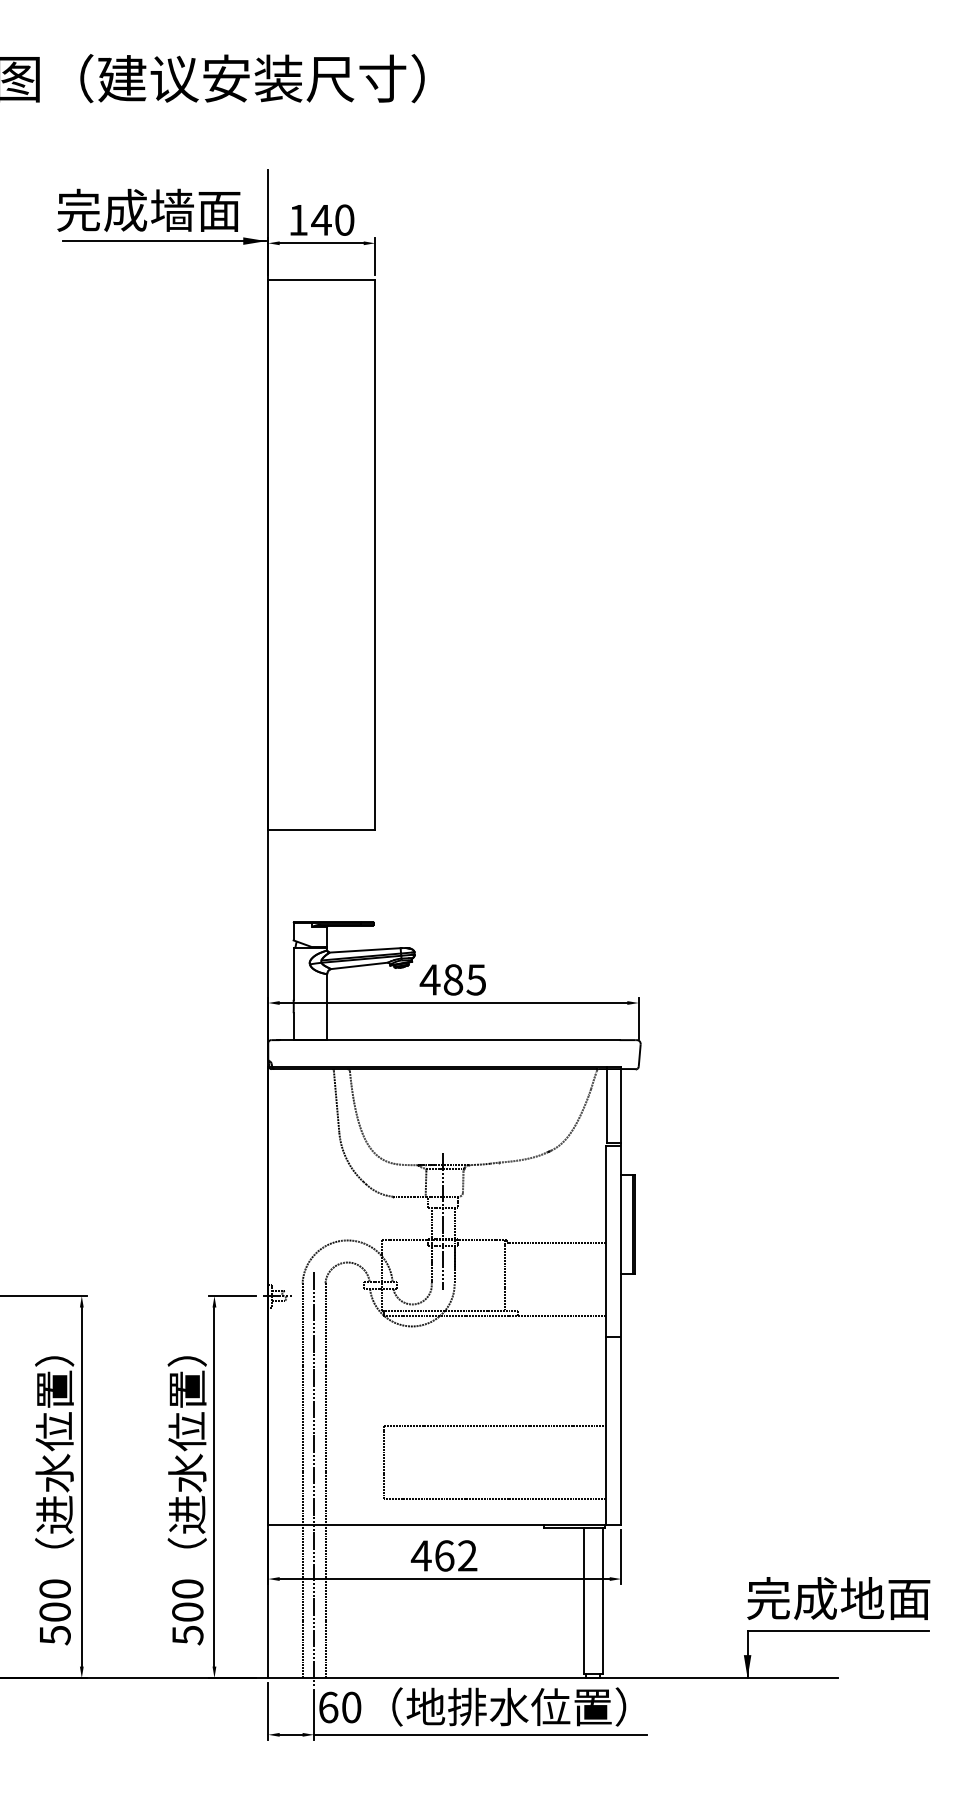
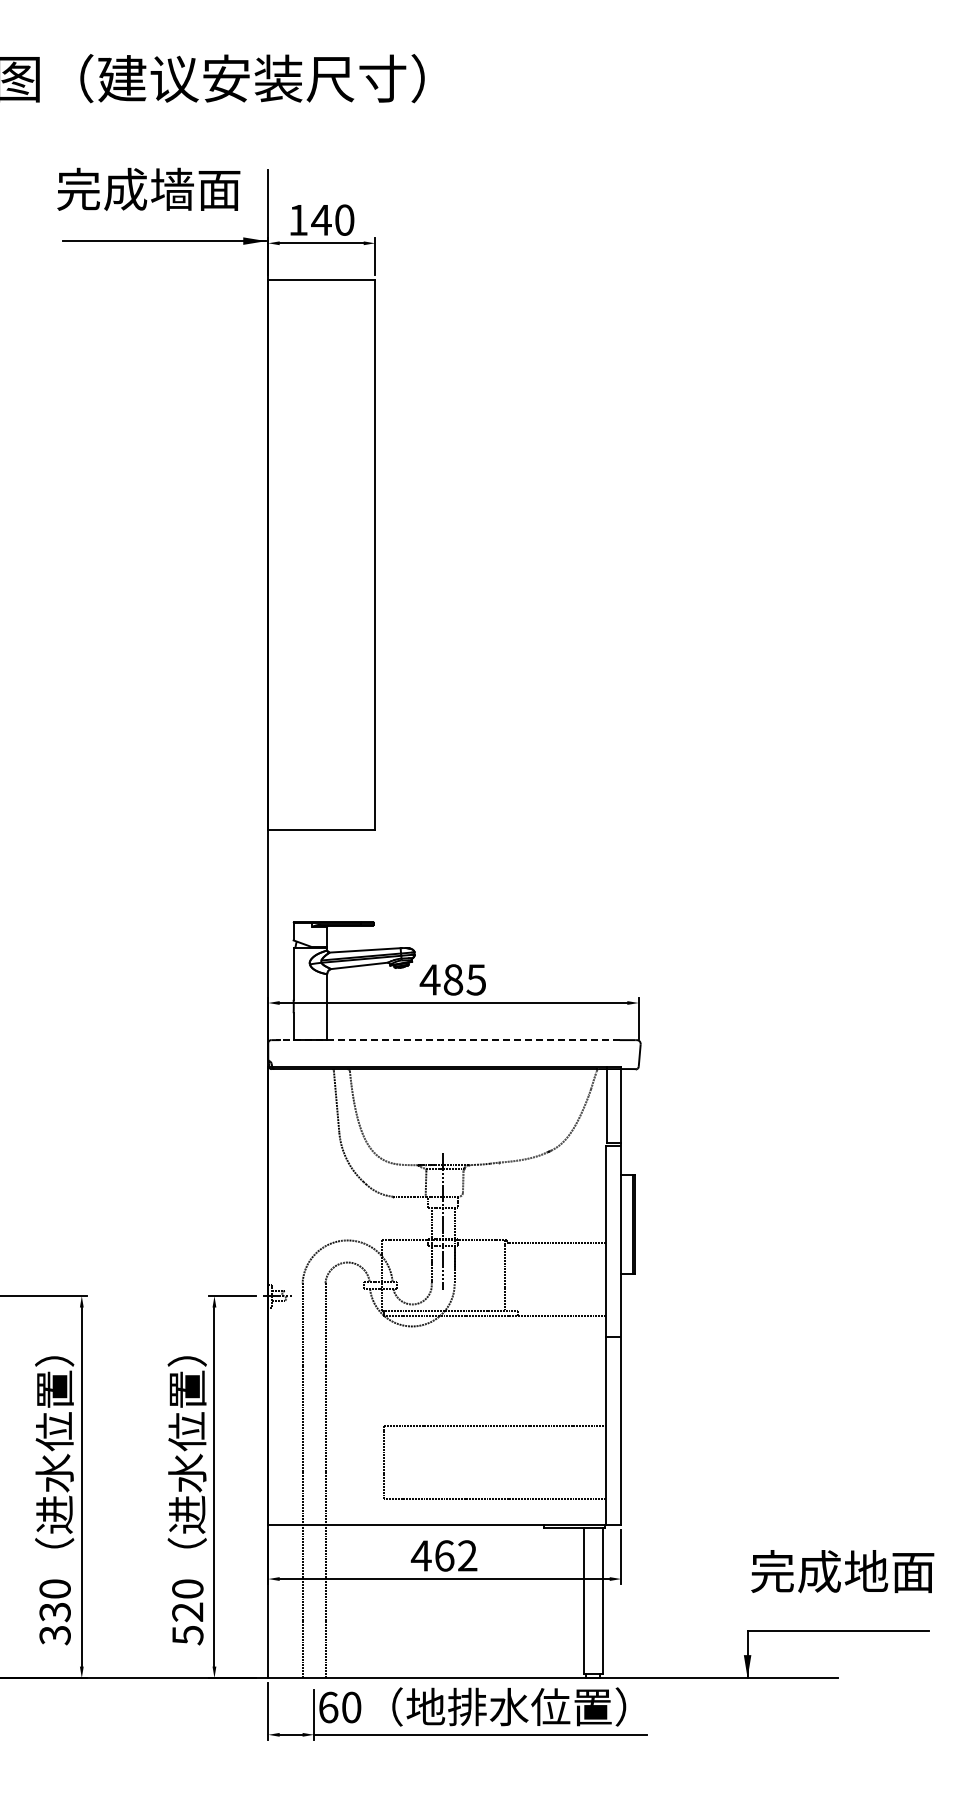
text at (148, 209) position: (148, 209) -> (148, 188)
line at (449, 1040): solid -> dashed
line at (314, 1478): present -> none
text at (838, 1598) position: (838, 1598) -> (842, 1571)
text at (187, 1611): 500 -> 520
text at (54, 1623): 500 -> 330
